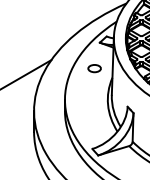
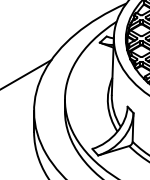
part at (94, 68): present -> none
